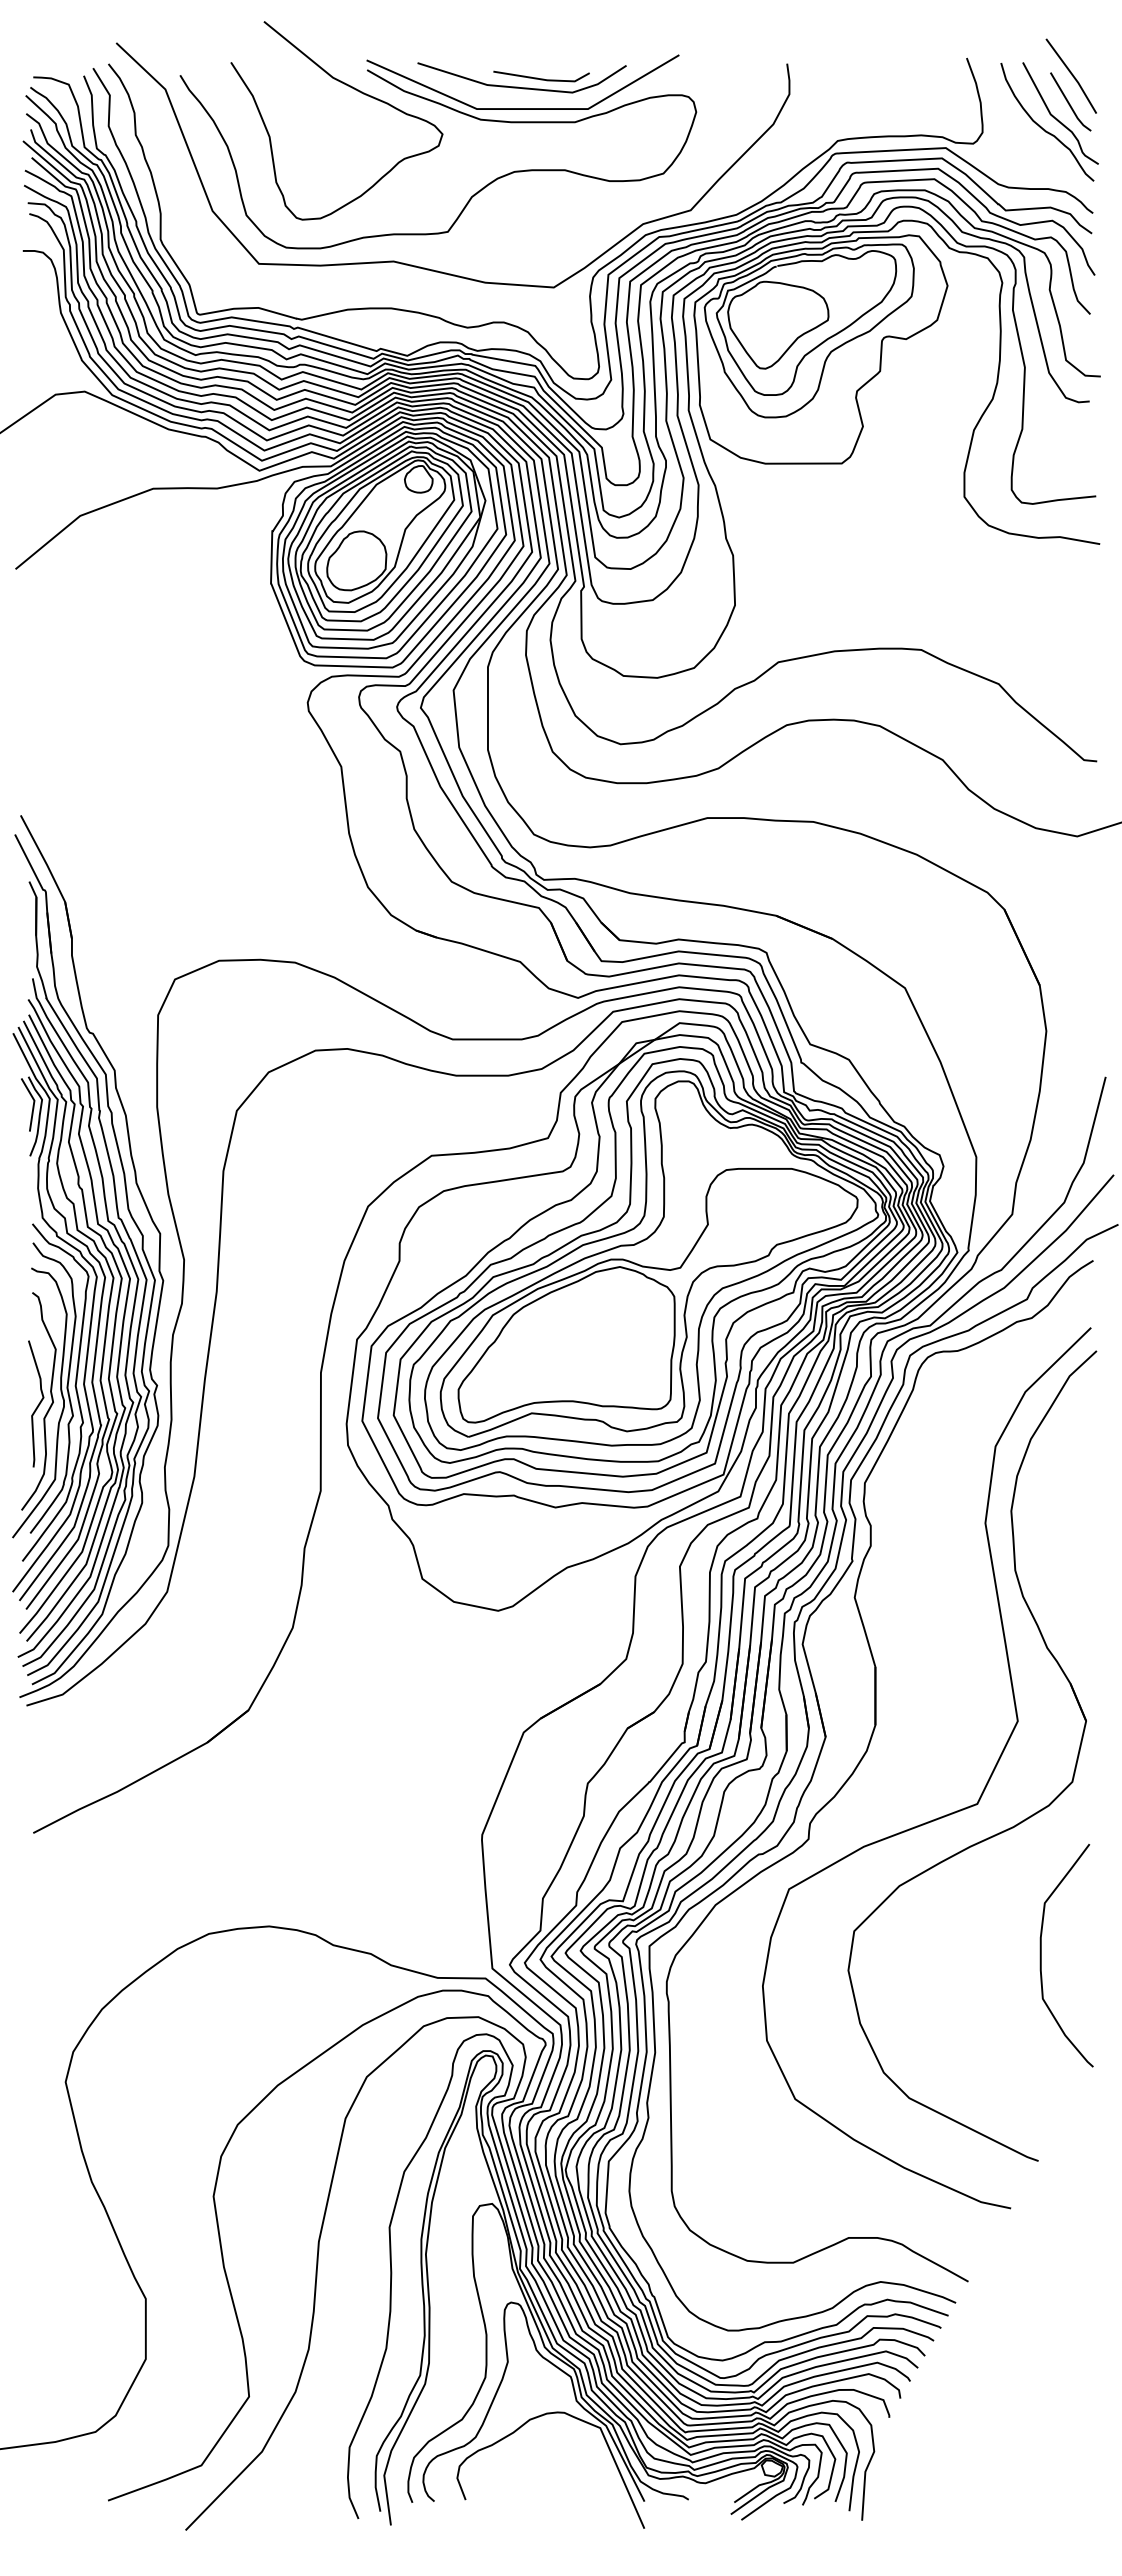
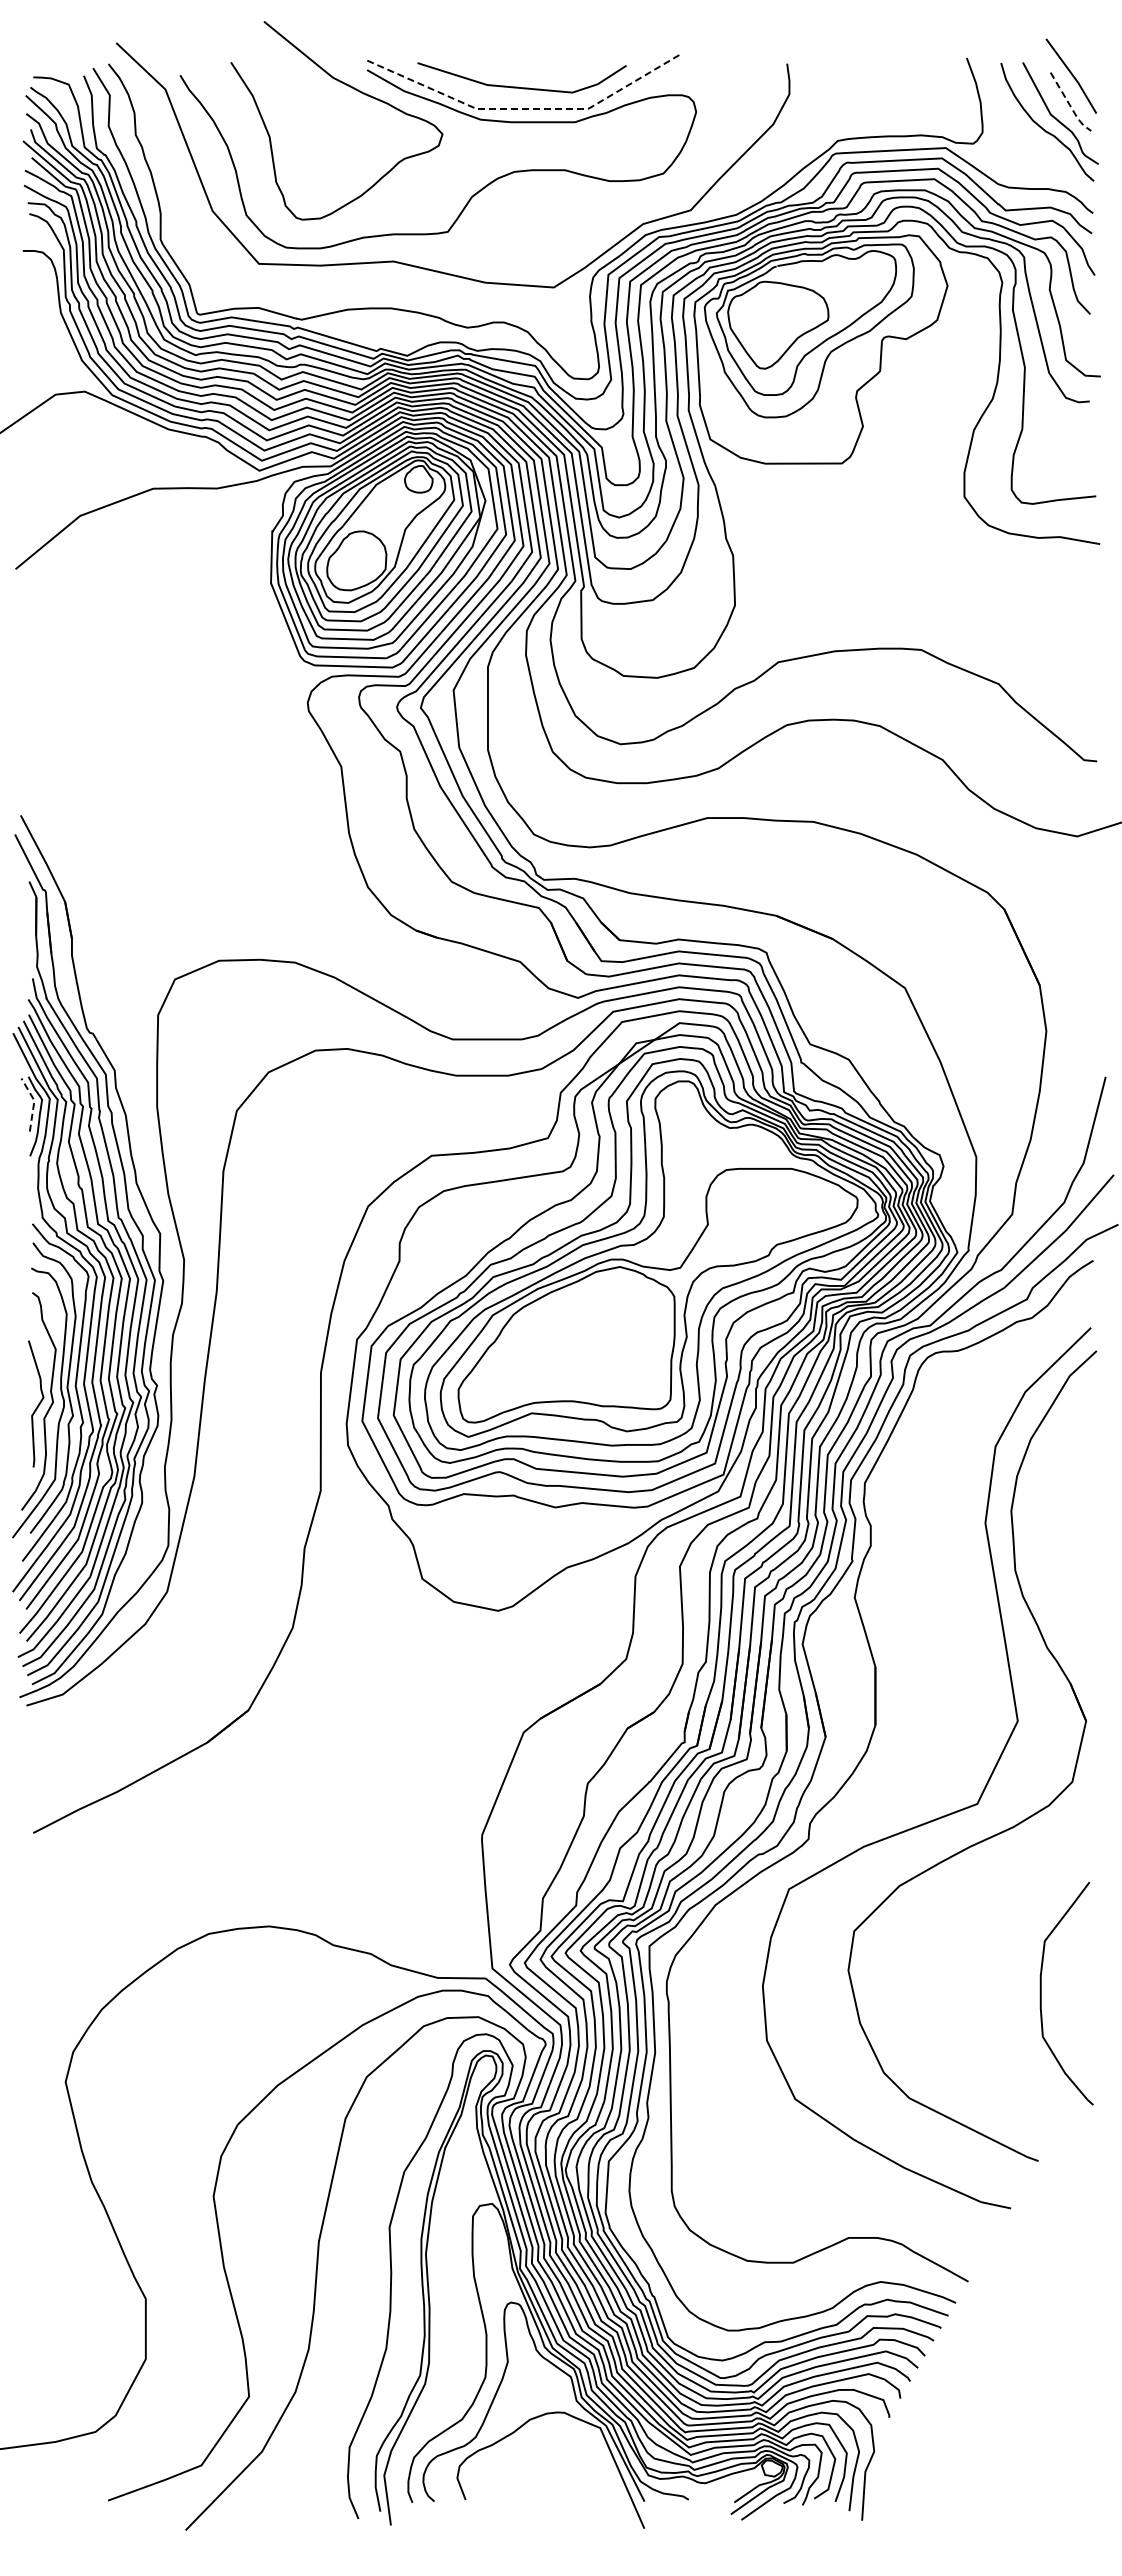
line at (541, 78): present -> none
line at (1069, 104): solid -> dashed
line at (525, 109): solid -> dashed
line at (34, 1102): solid -> dashed
curve at (1041, 1955) position: (1041, 1955) -> (1041, 1993)
